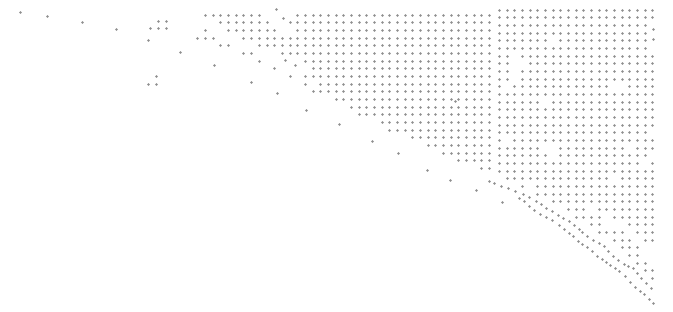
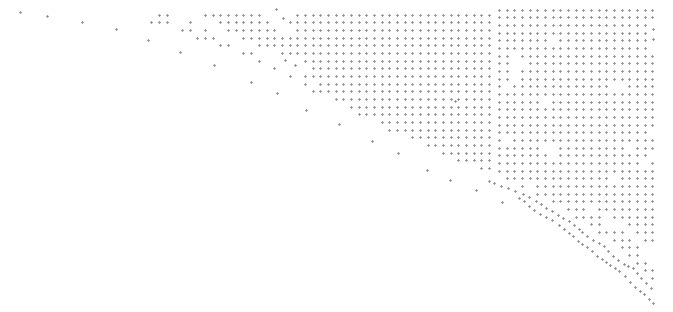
part at (158, 24) position: (158, 24) -> (159, 18)
part at (152, 80) position: (152, 80) -> (186, 26)
